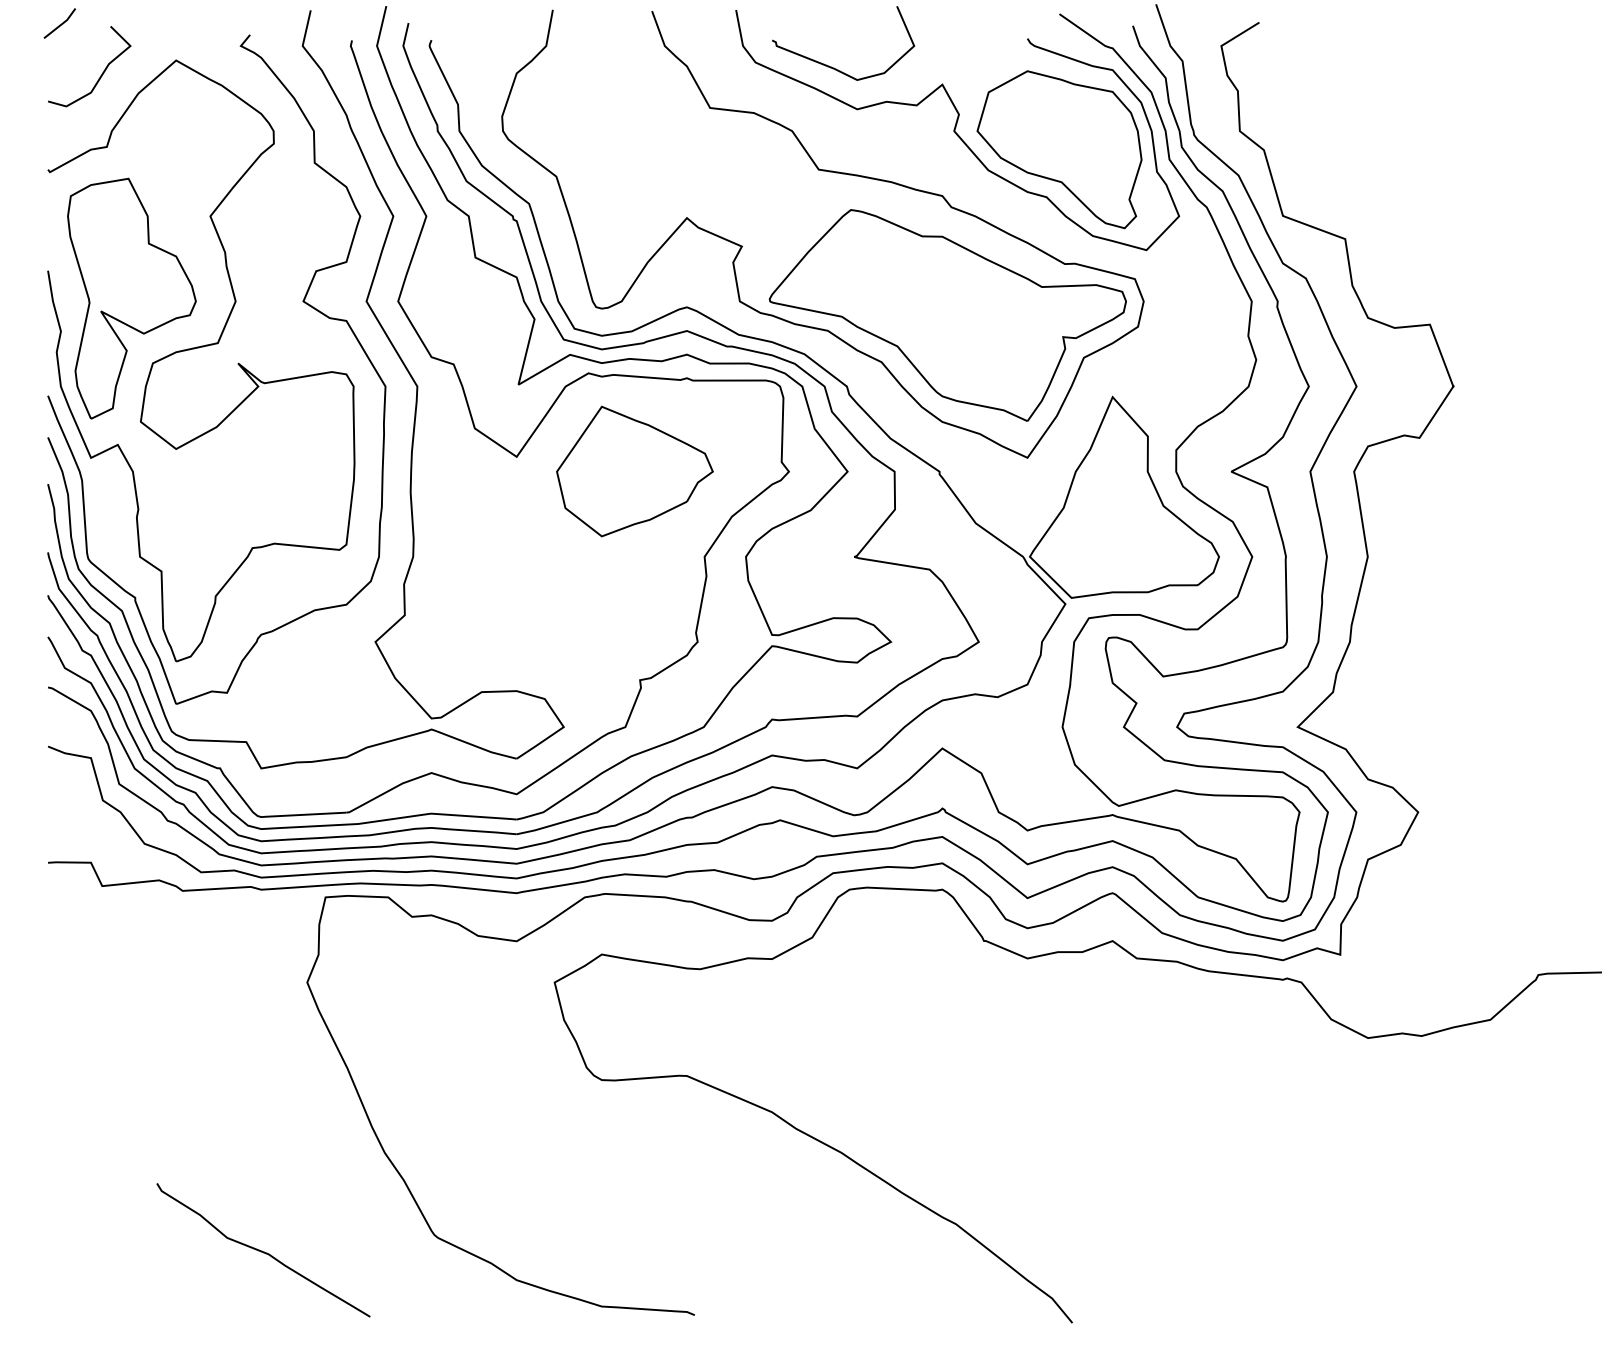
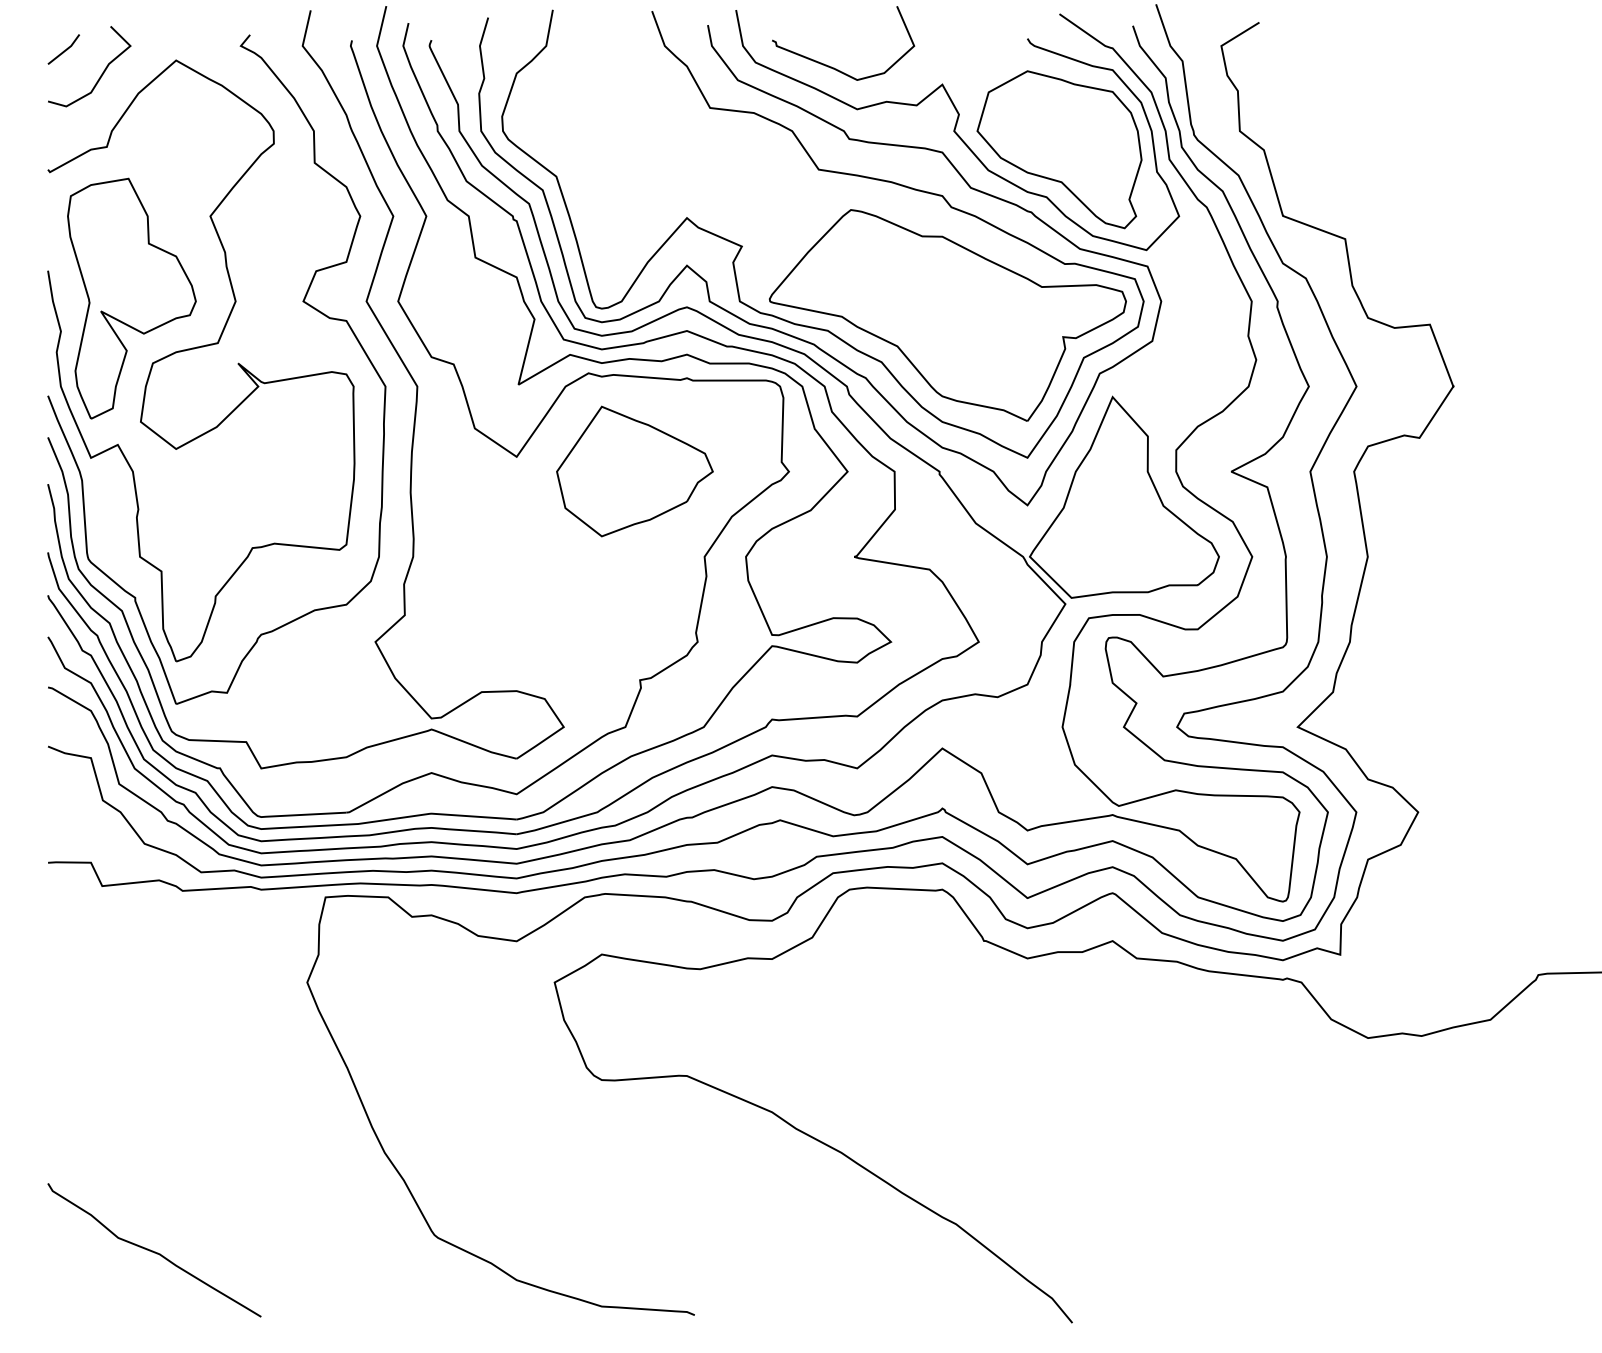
line at (59, 24) position: (59, 24) -> (63, 50)
curve at (793, 335): none -> present
curve at (262, 1250) position: (262, 1250) -> (153, 1250)
